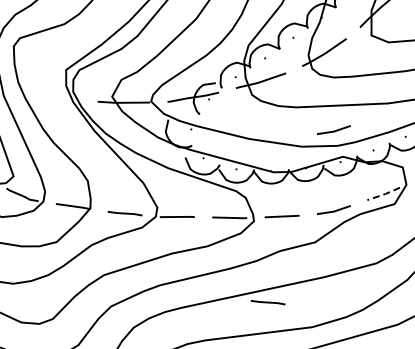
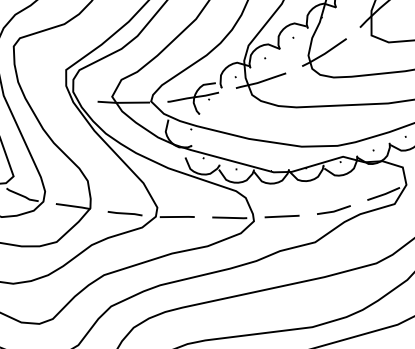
line at (333, 130): present -> none
line at (383, 194): dashed -> solid
line at (267, 302): present -> none
